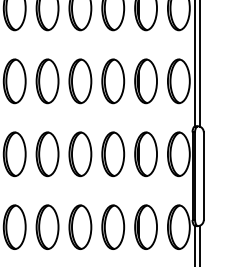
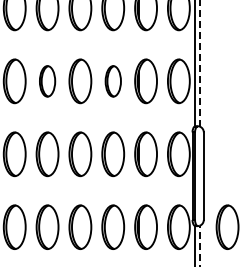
line at (199, 62): solid -> dashed
part at (47, 81) size: 25x47 px -> 18x33 px
part at (113, 81) size: 25x47 px -> 18x33 px
part at (227, 226): none -> present
line at (199, 245): solid -> dashed
